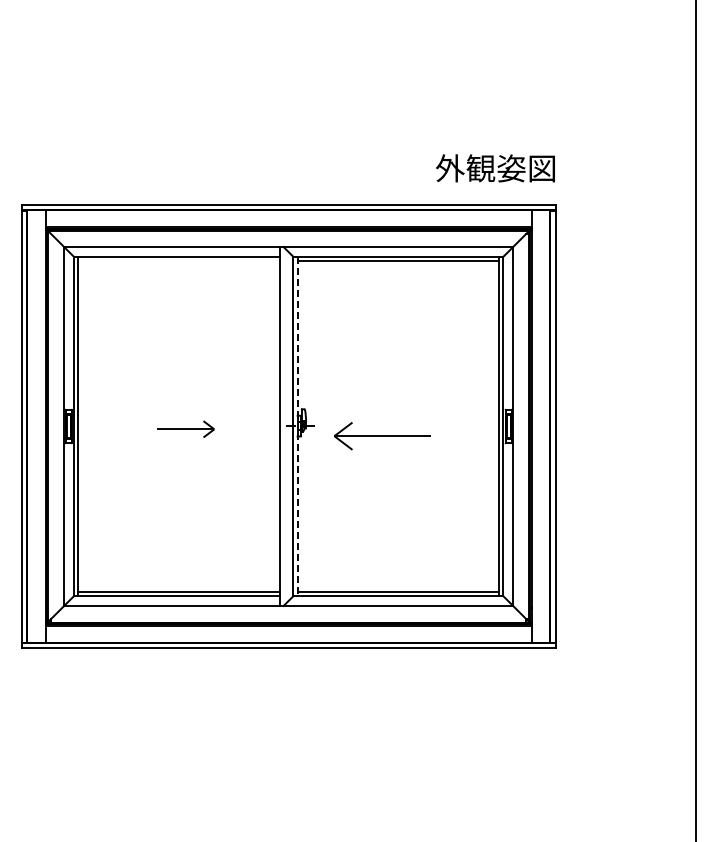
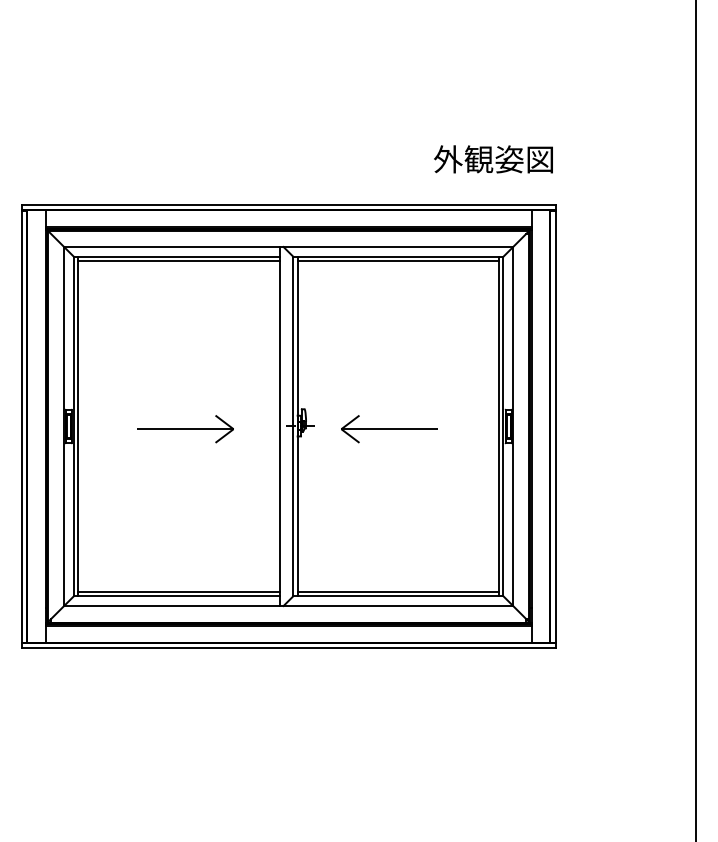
text at (495, 168) position: (495, 168) -> (493, 159)
line at (178, 261): none -> present
line at (297, 426): dashed -> solid
part at (185, 428) size: 58x18 px -> 97x29 px
part at (382, 436) position: (382, 436) -> (389, 429)
